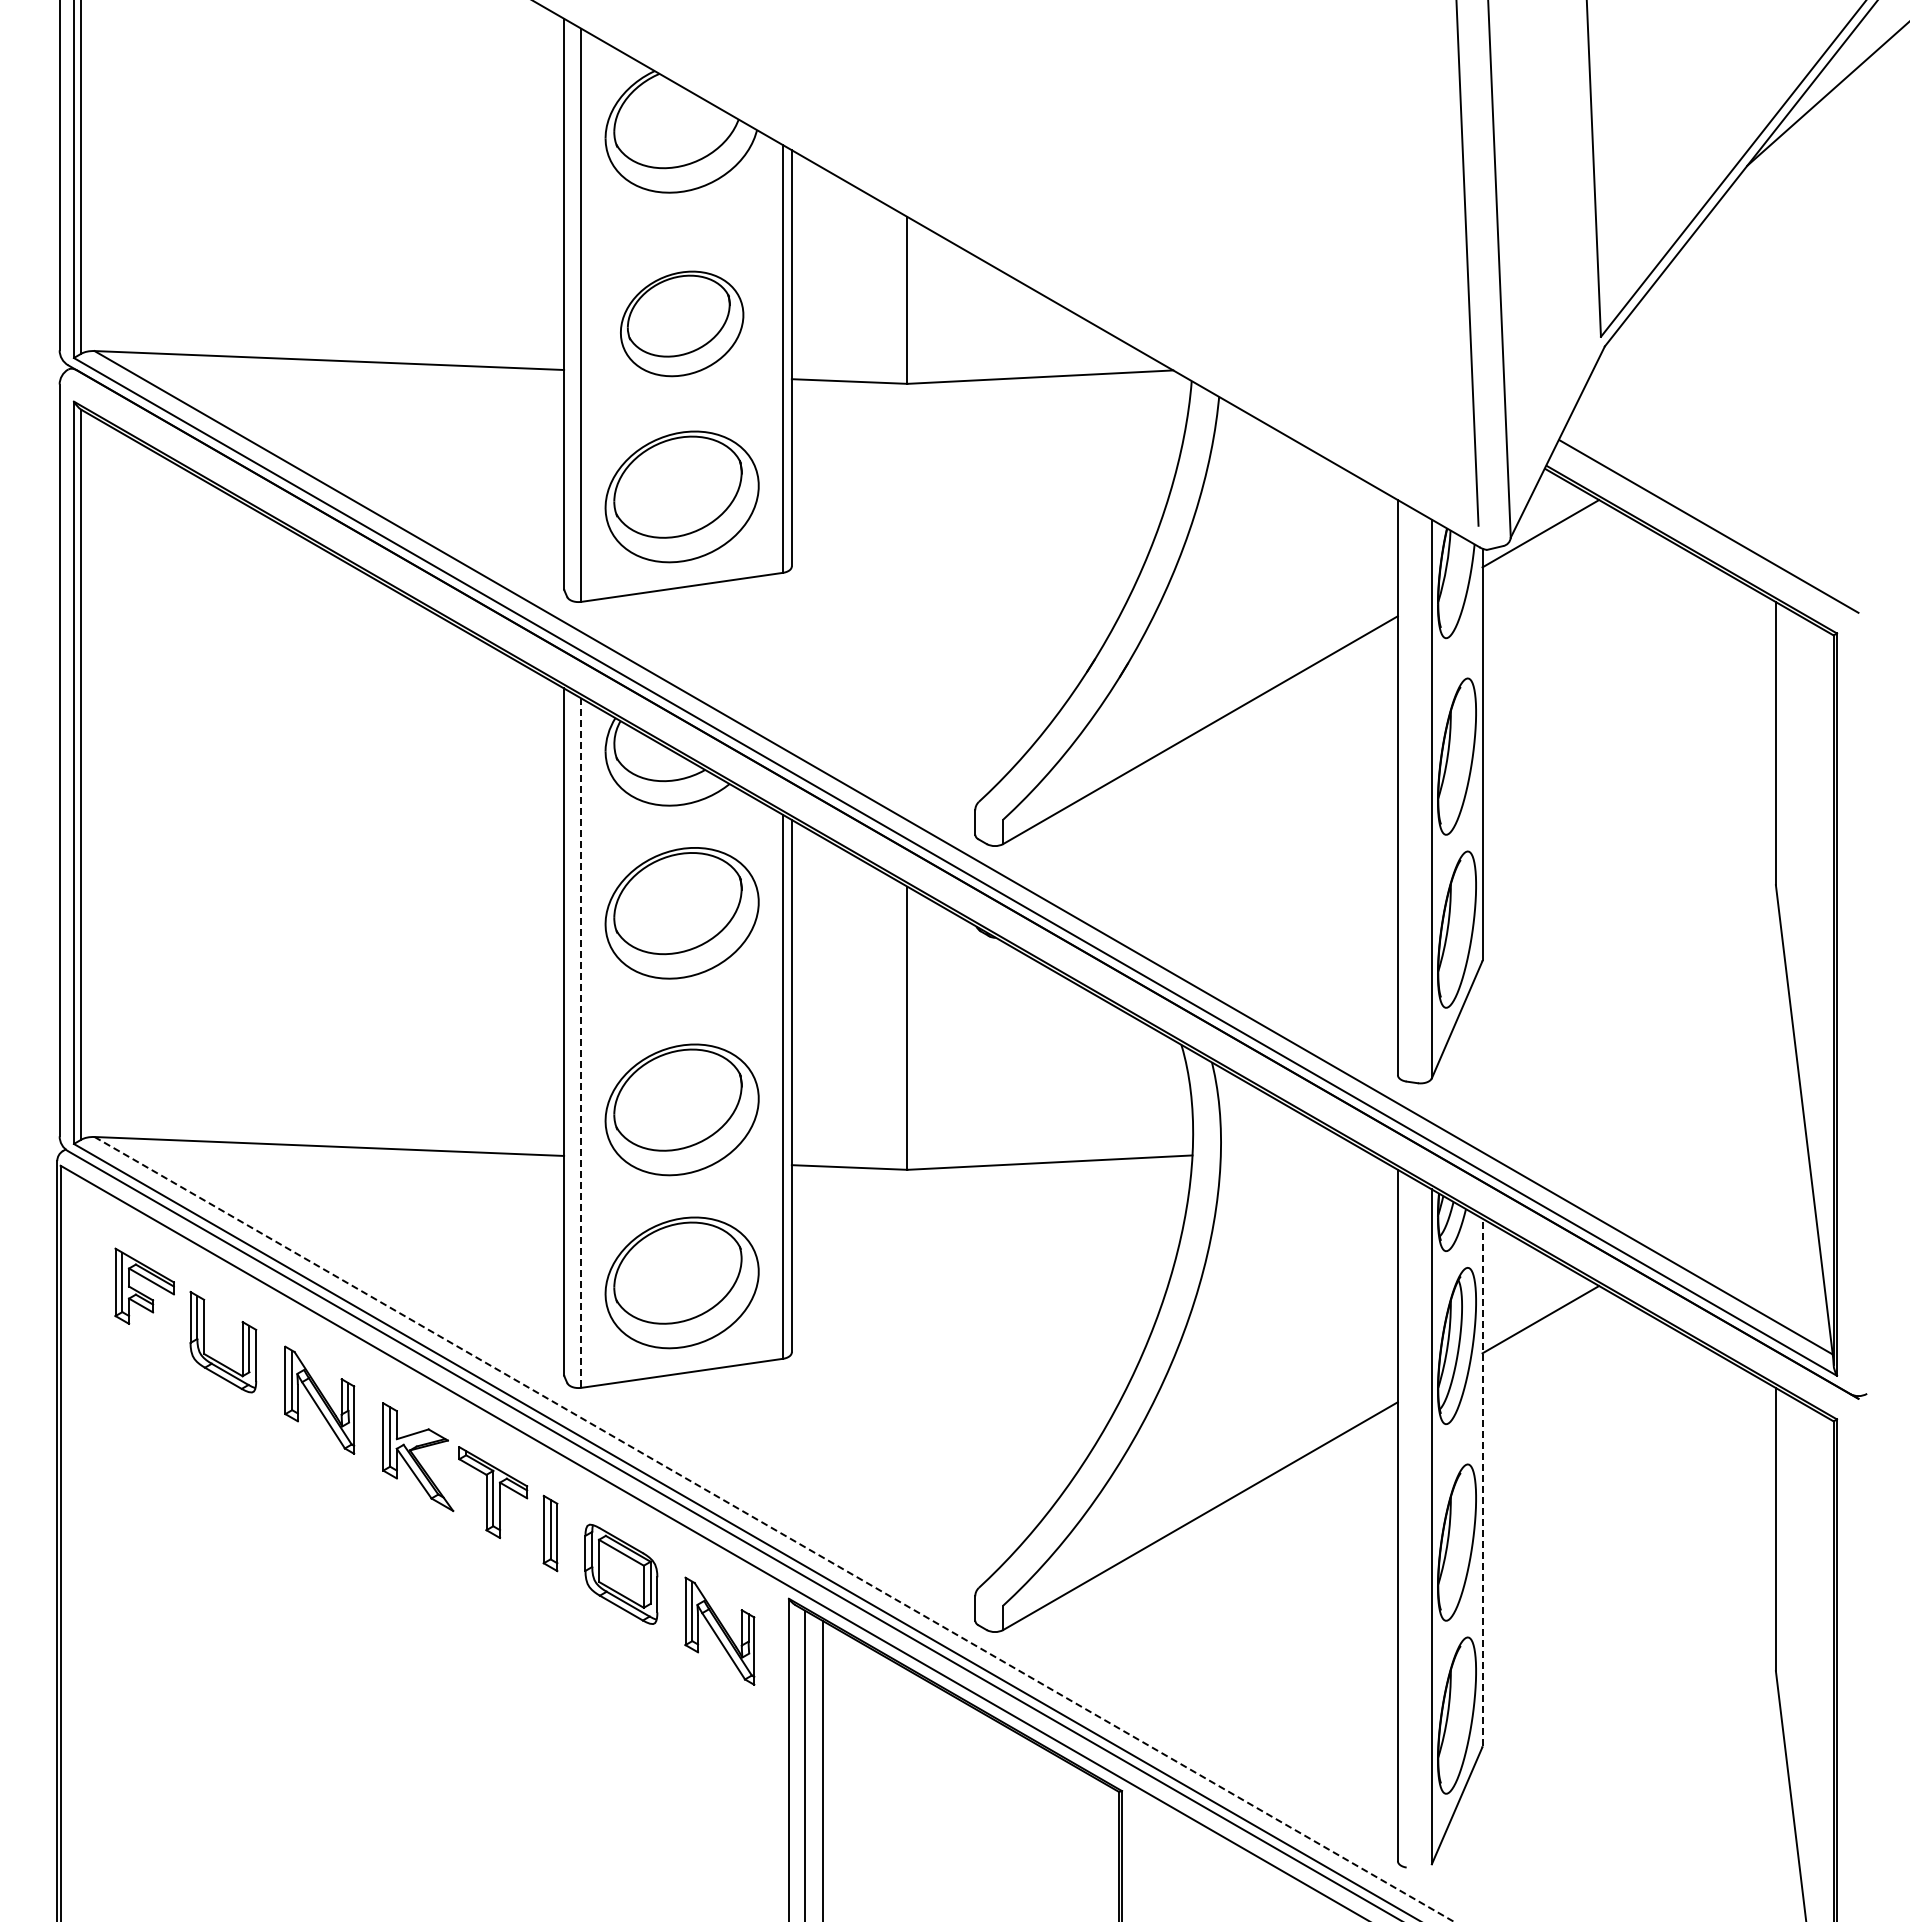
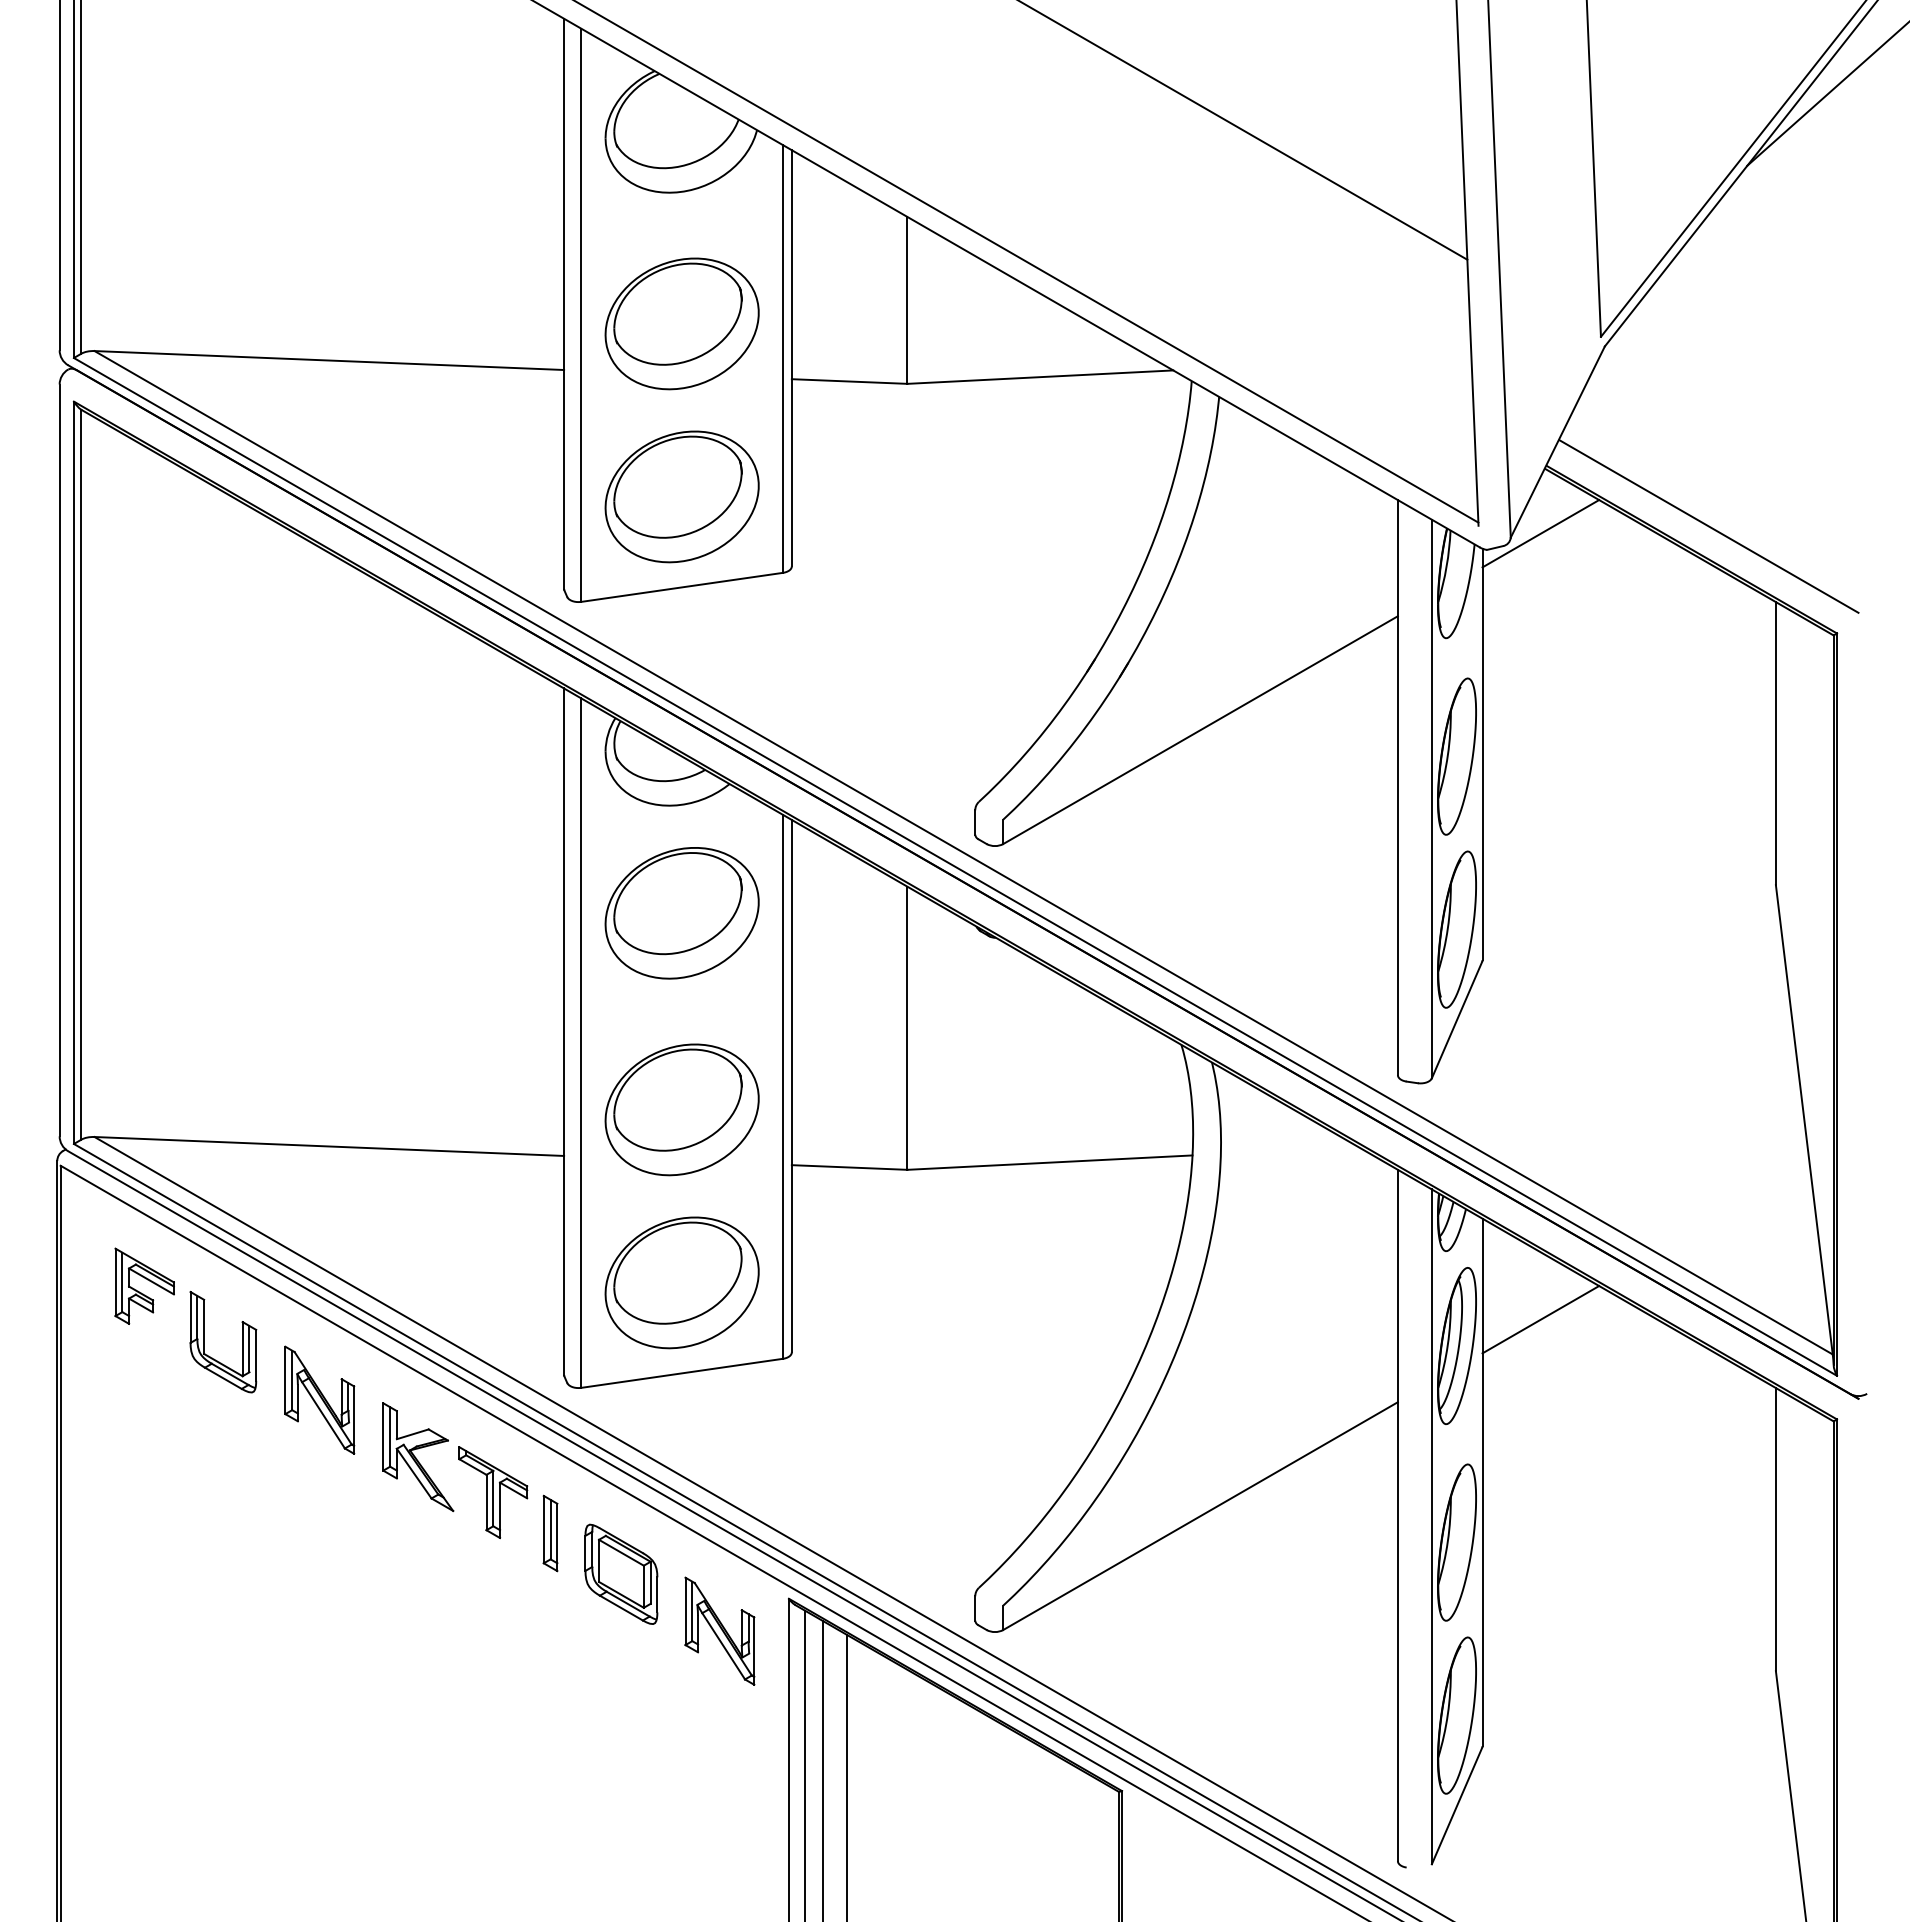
line at (1244, 130): none -> present
line at (1027, 262): none -> present
part at (682, 323) size: 125x108 px -> 156x134 px
line at (581, 1043): dashed -> solid
line at (1482, 1482): dashed -> solid
line at (774, 1529): dashed -> solid
line at (847, 1776): none -> present
